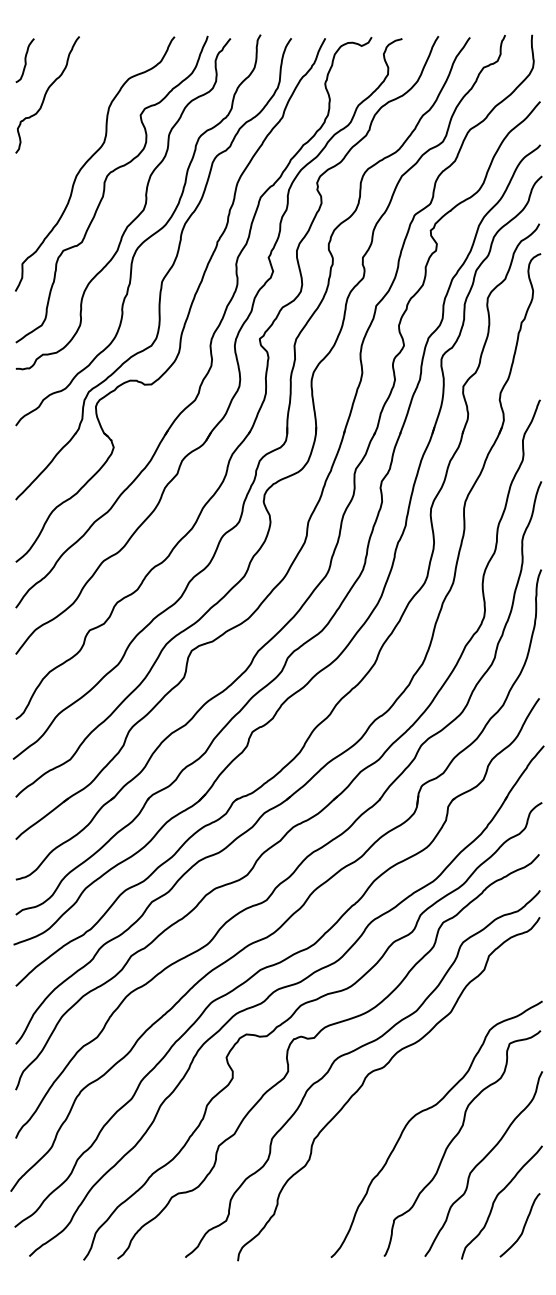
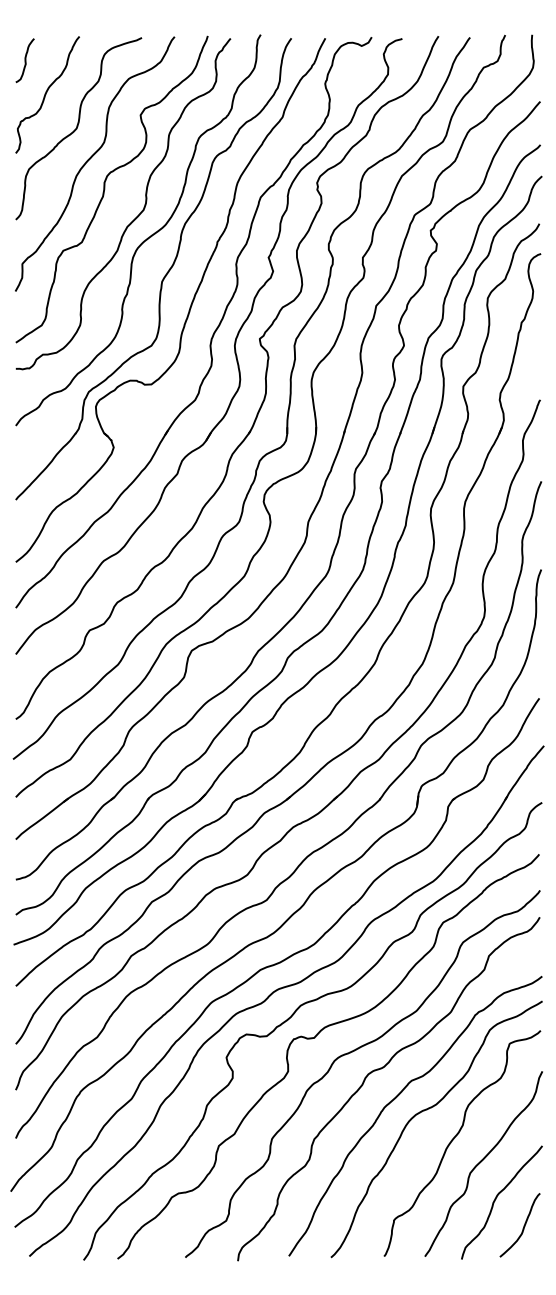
curve at (77, 128): none -> present
curve at (397, 1097): none -> present
